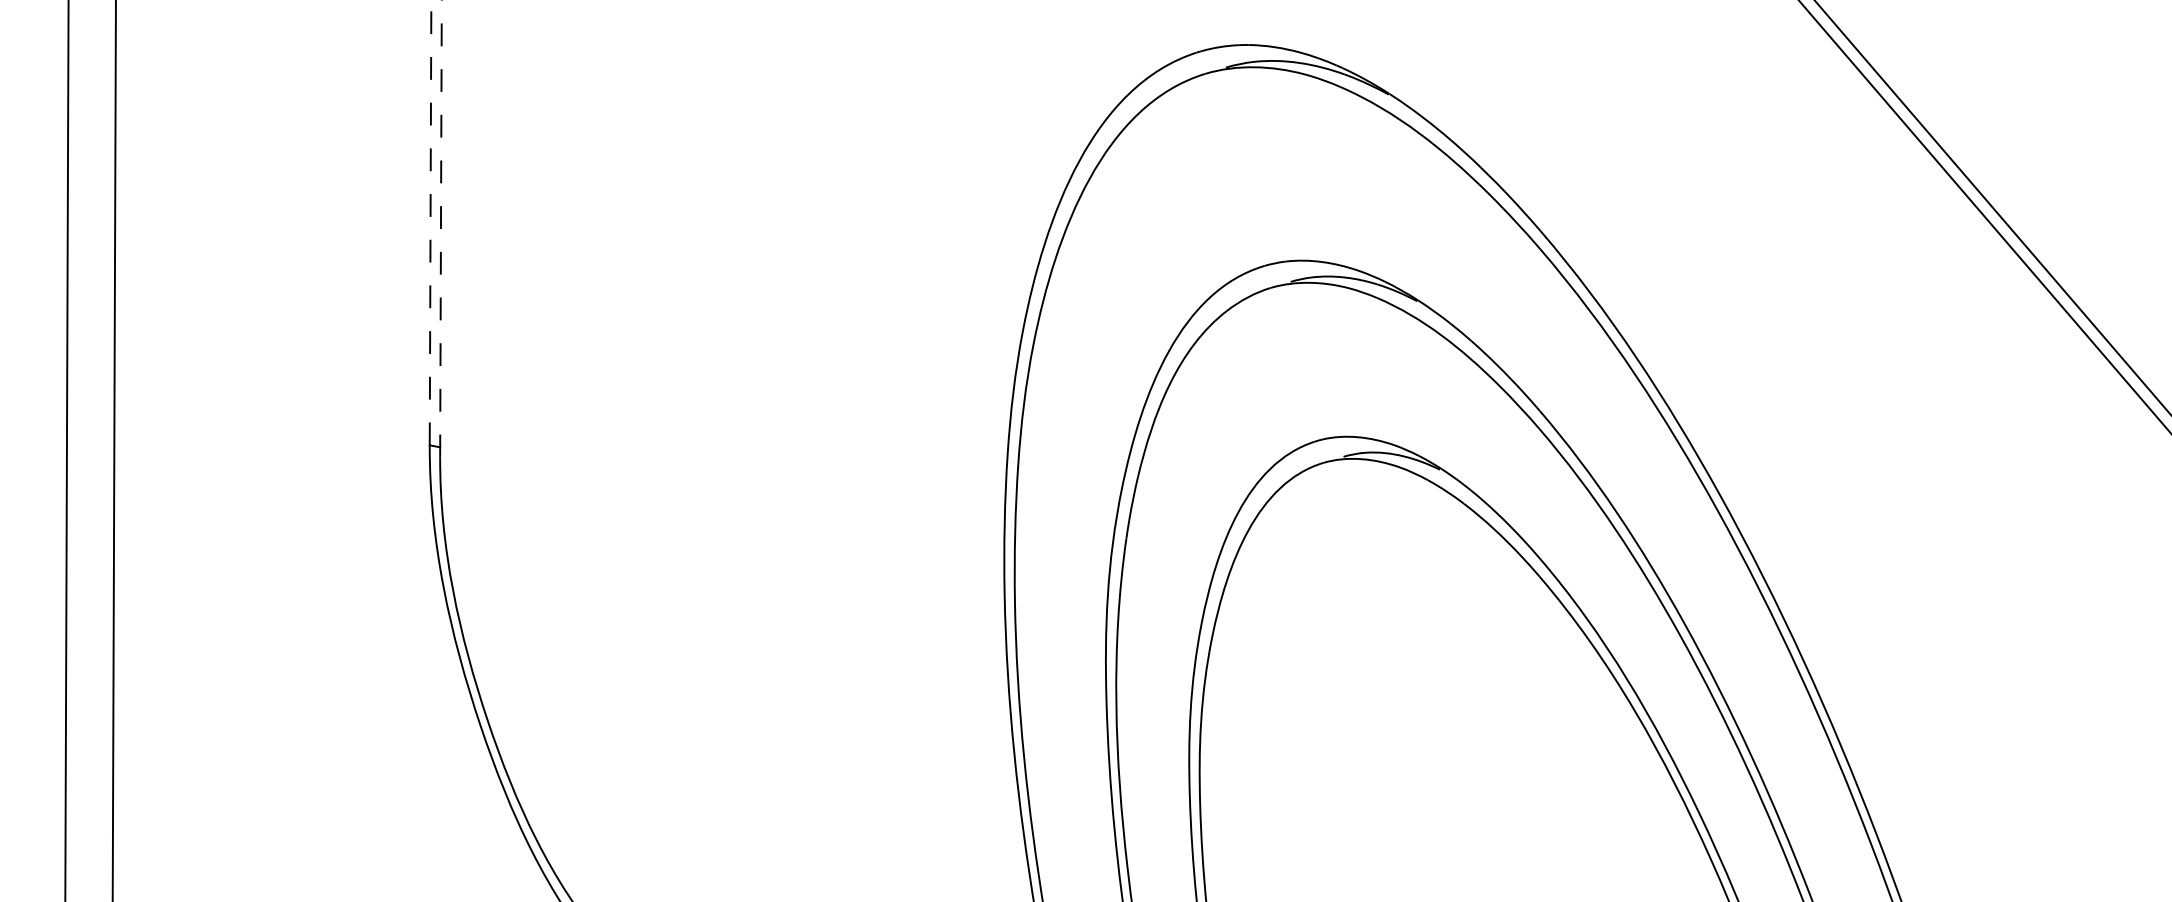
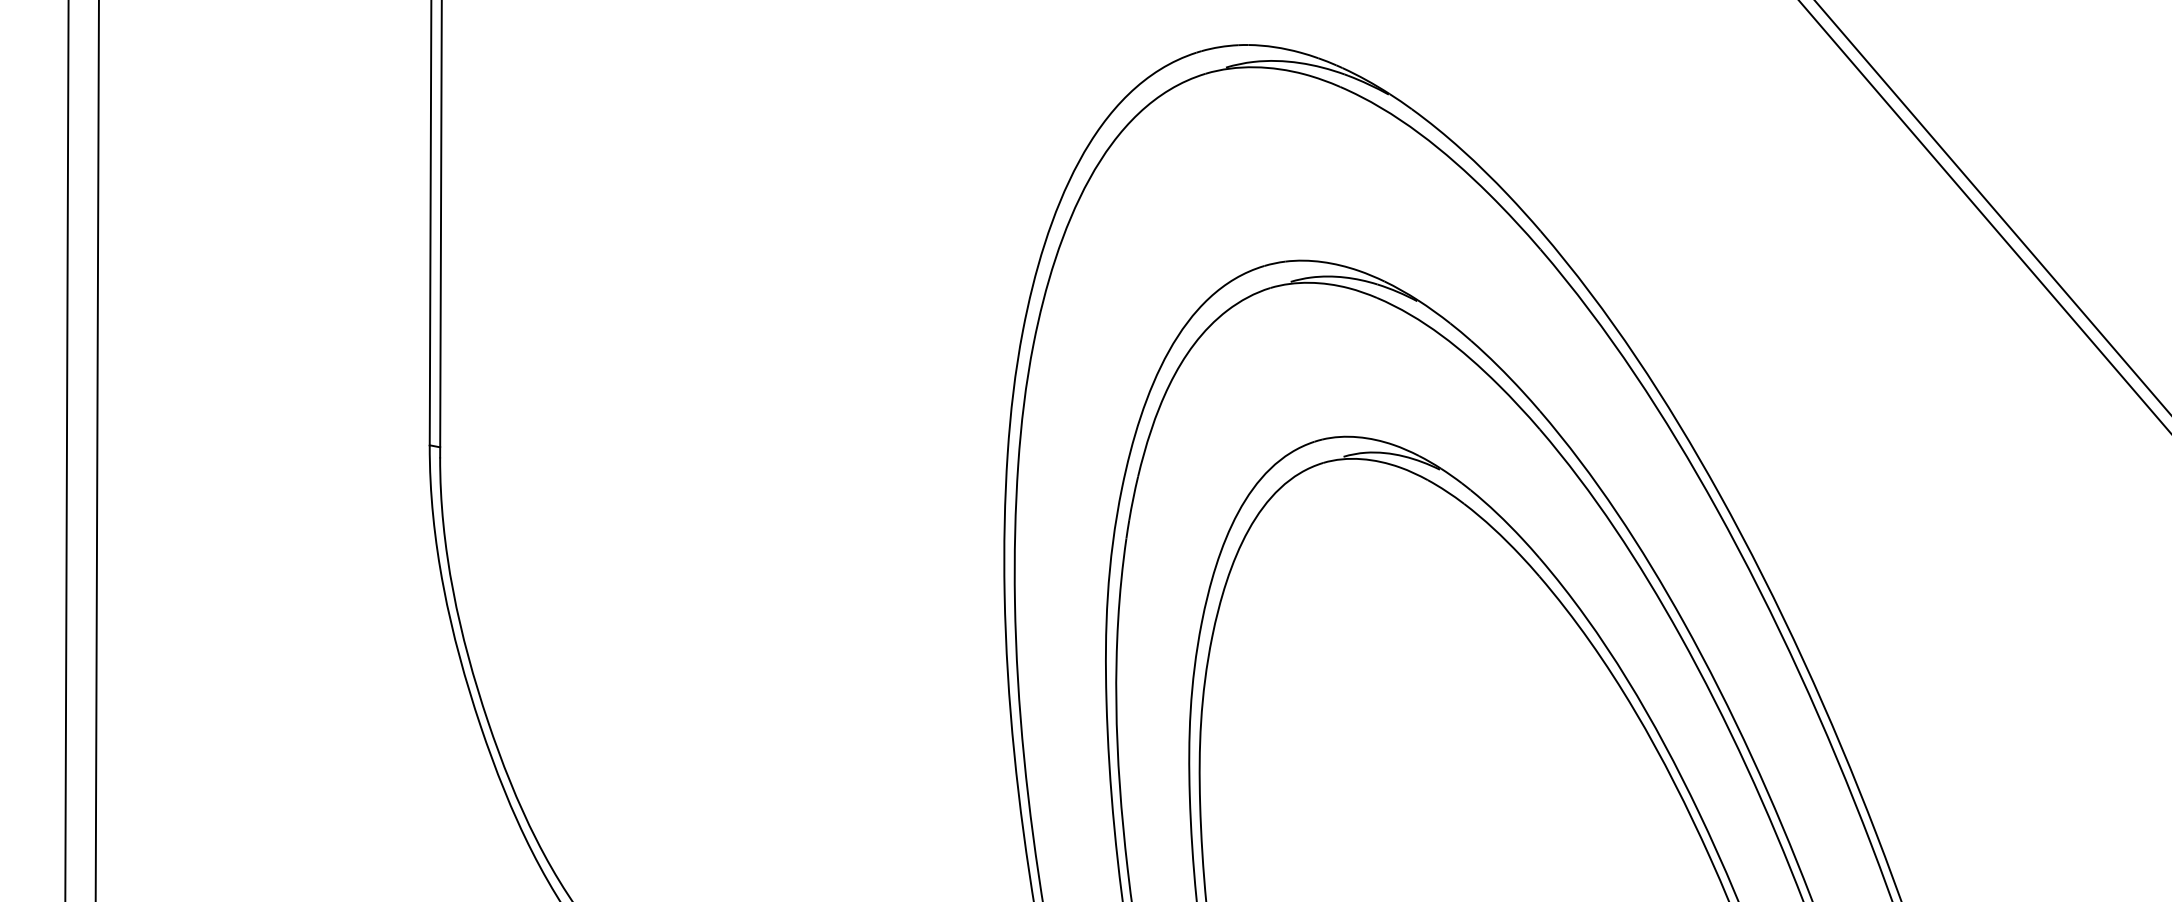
line at (430, 222): dashed -> solid
line at (440, 228): dashed -> solid
line at (113, 450) position: (113, 450) -> (96, 450)
